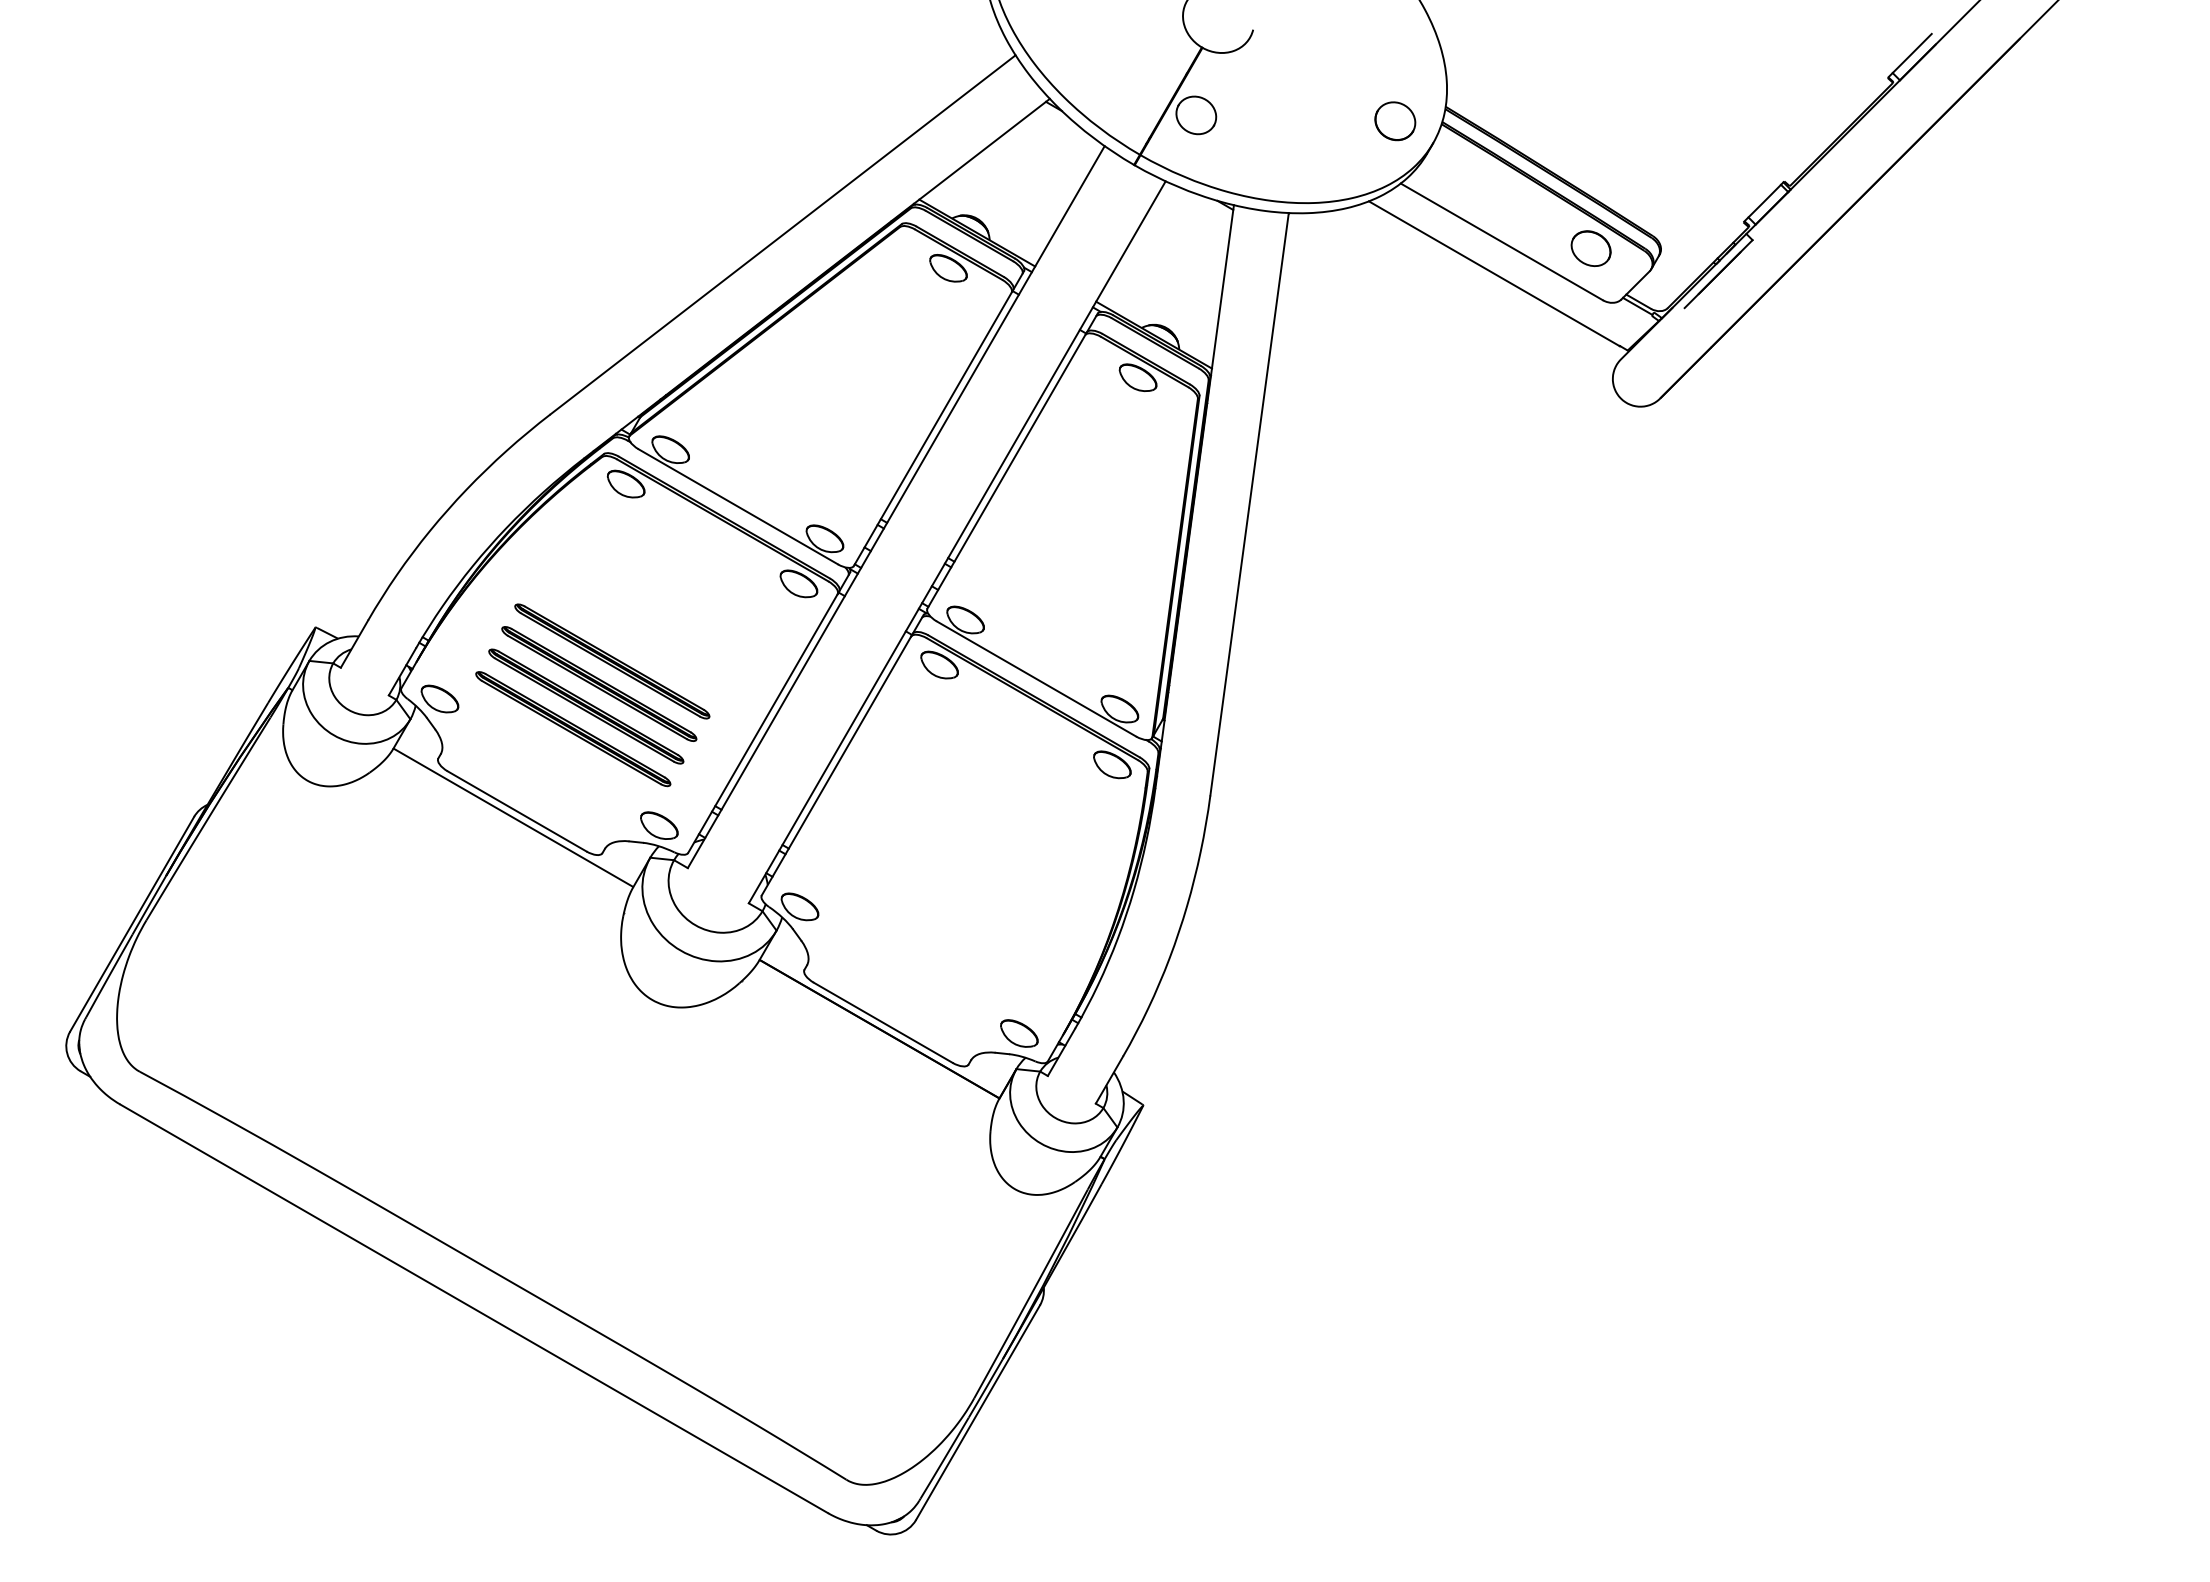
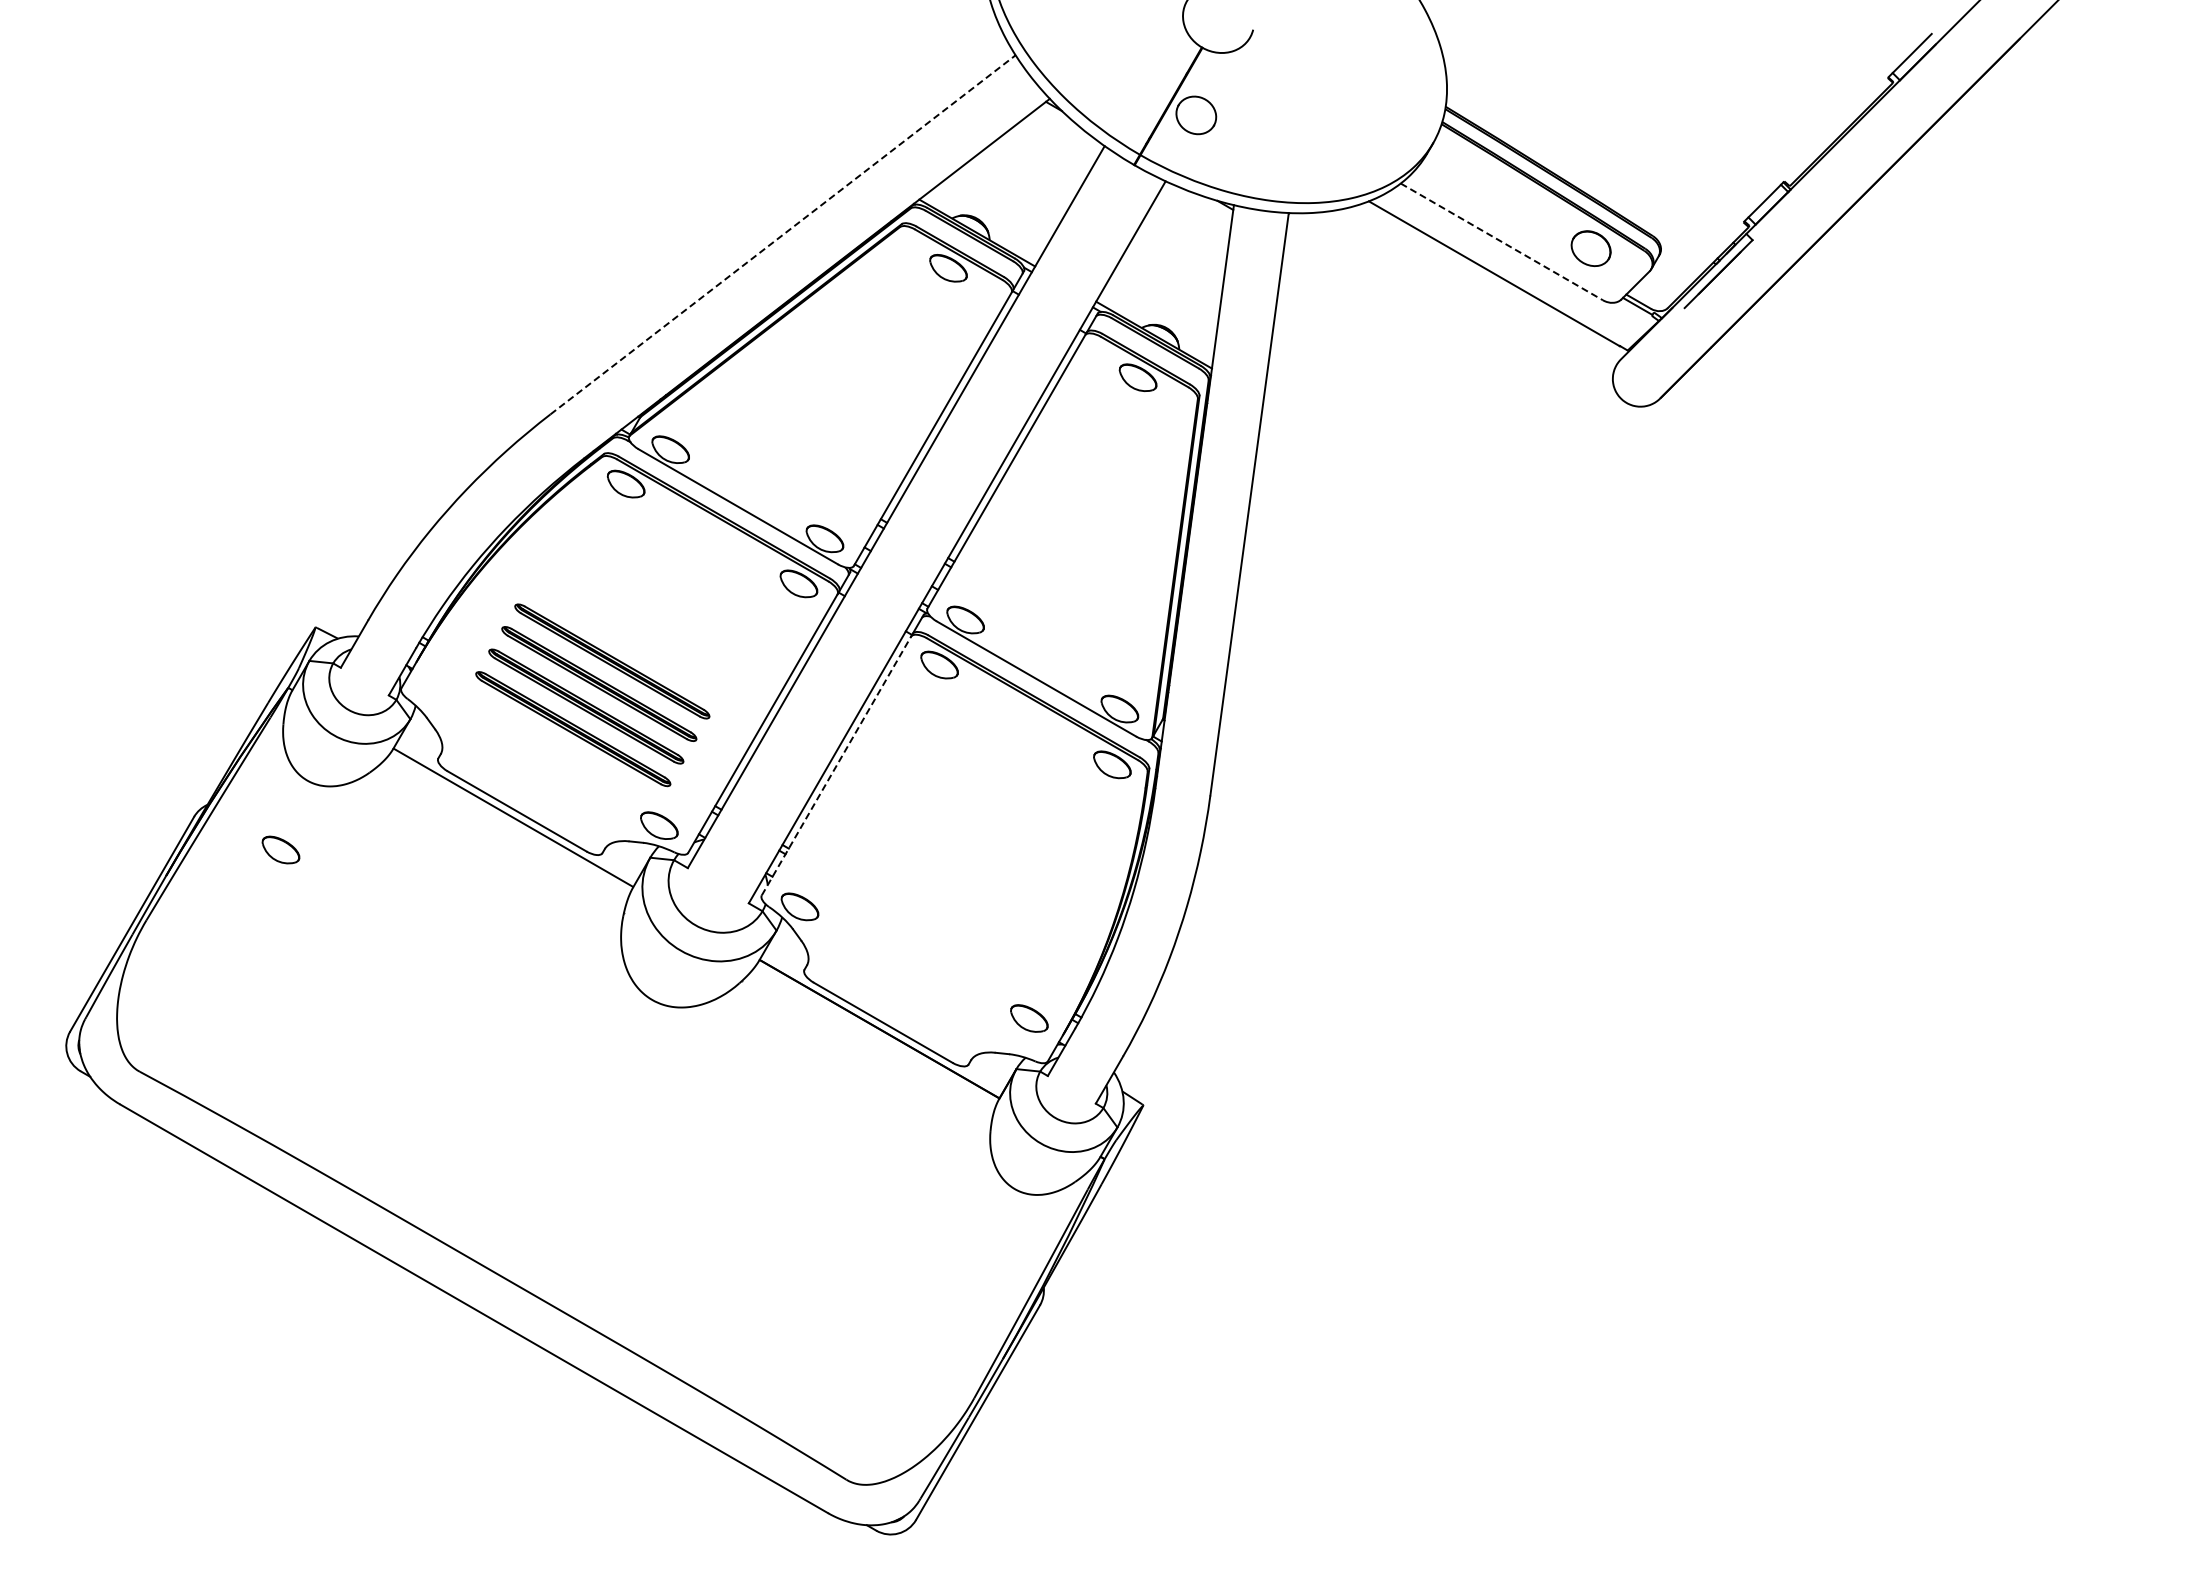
part at (1395, 121): present -> none
line at (783, 234): solid -> dashed
line at (1501, 241): solid -> dashed
part at (439, 698) position: (439, 698) -> (280, 849)
line at (836, 765): solid -> dashed
part at (1019, 1033) position: (1019, 1033) -> (1029, 1018)
